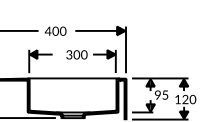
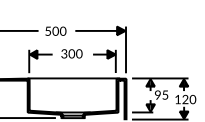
text at (47, 30): 400 -> 500
text at (76, 54) position: (76, 54) -> (71, 53)
